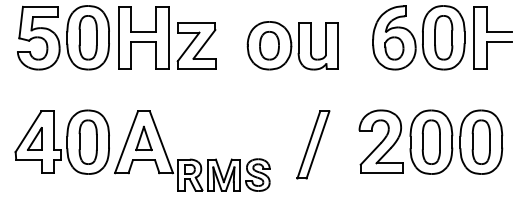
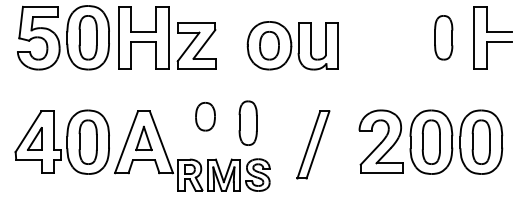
part at (418, 37): present -> none
part at (205, 116): none -> present
part at (247, 122): none -> present
